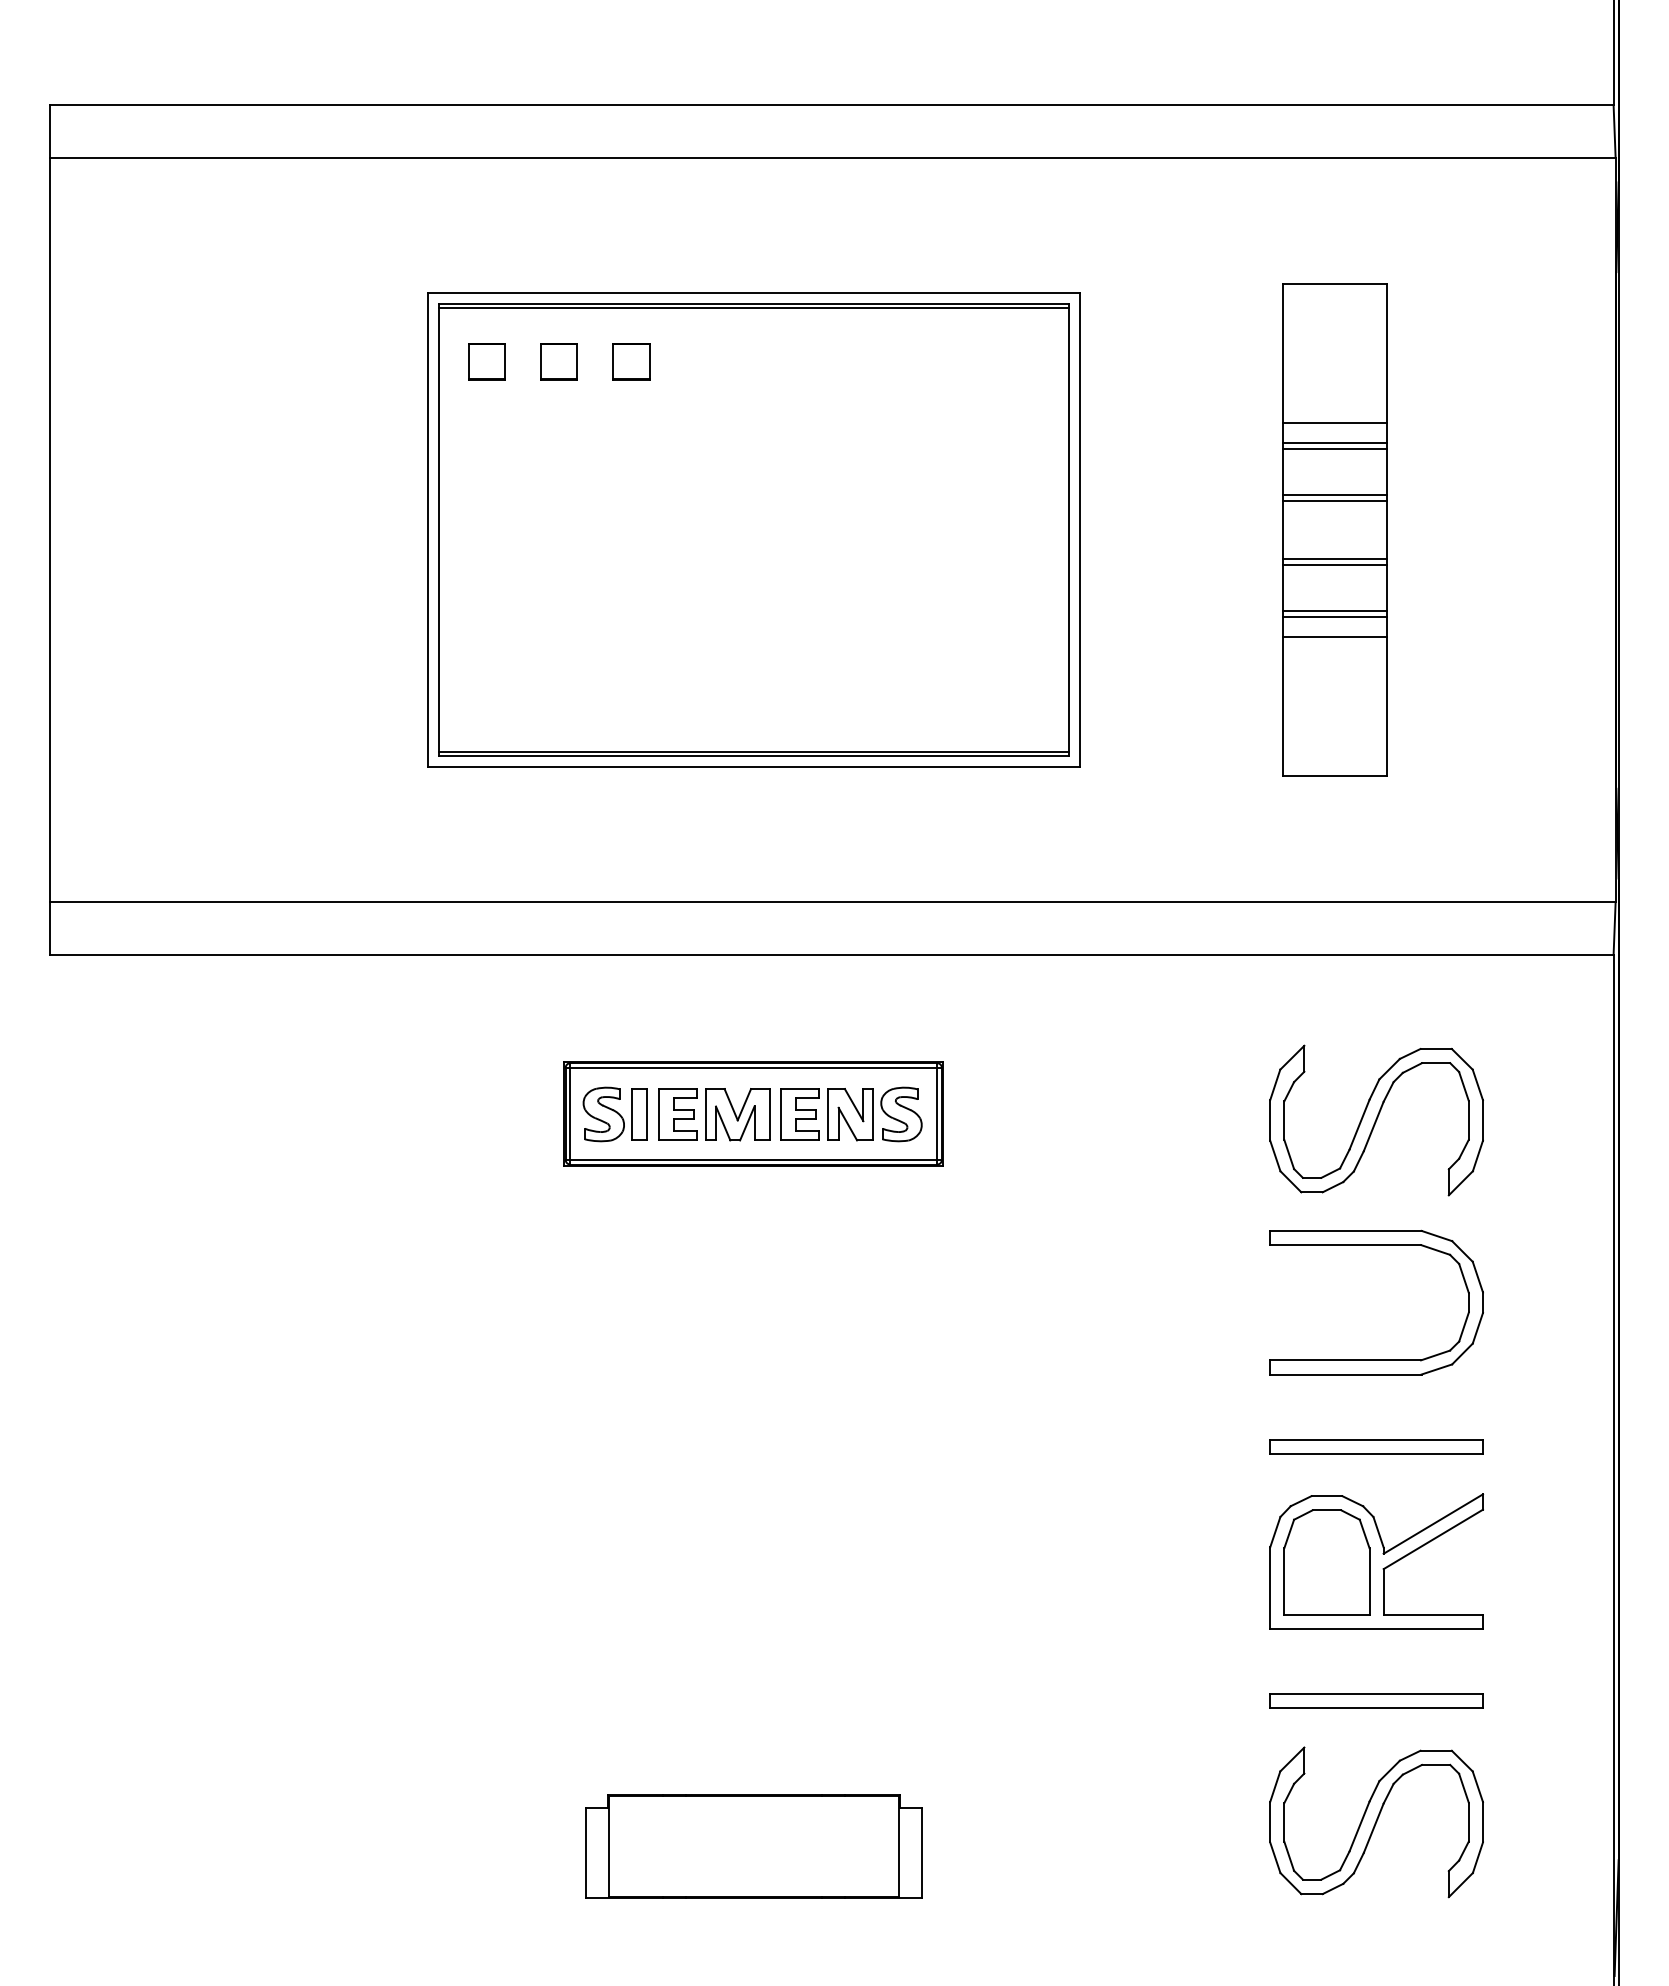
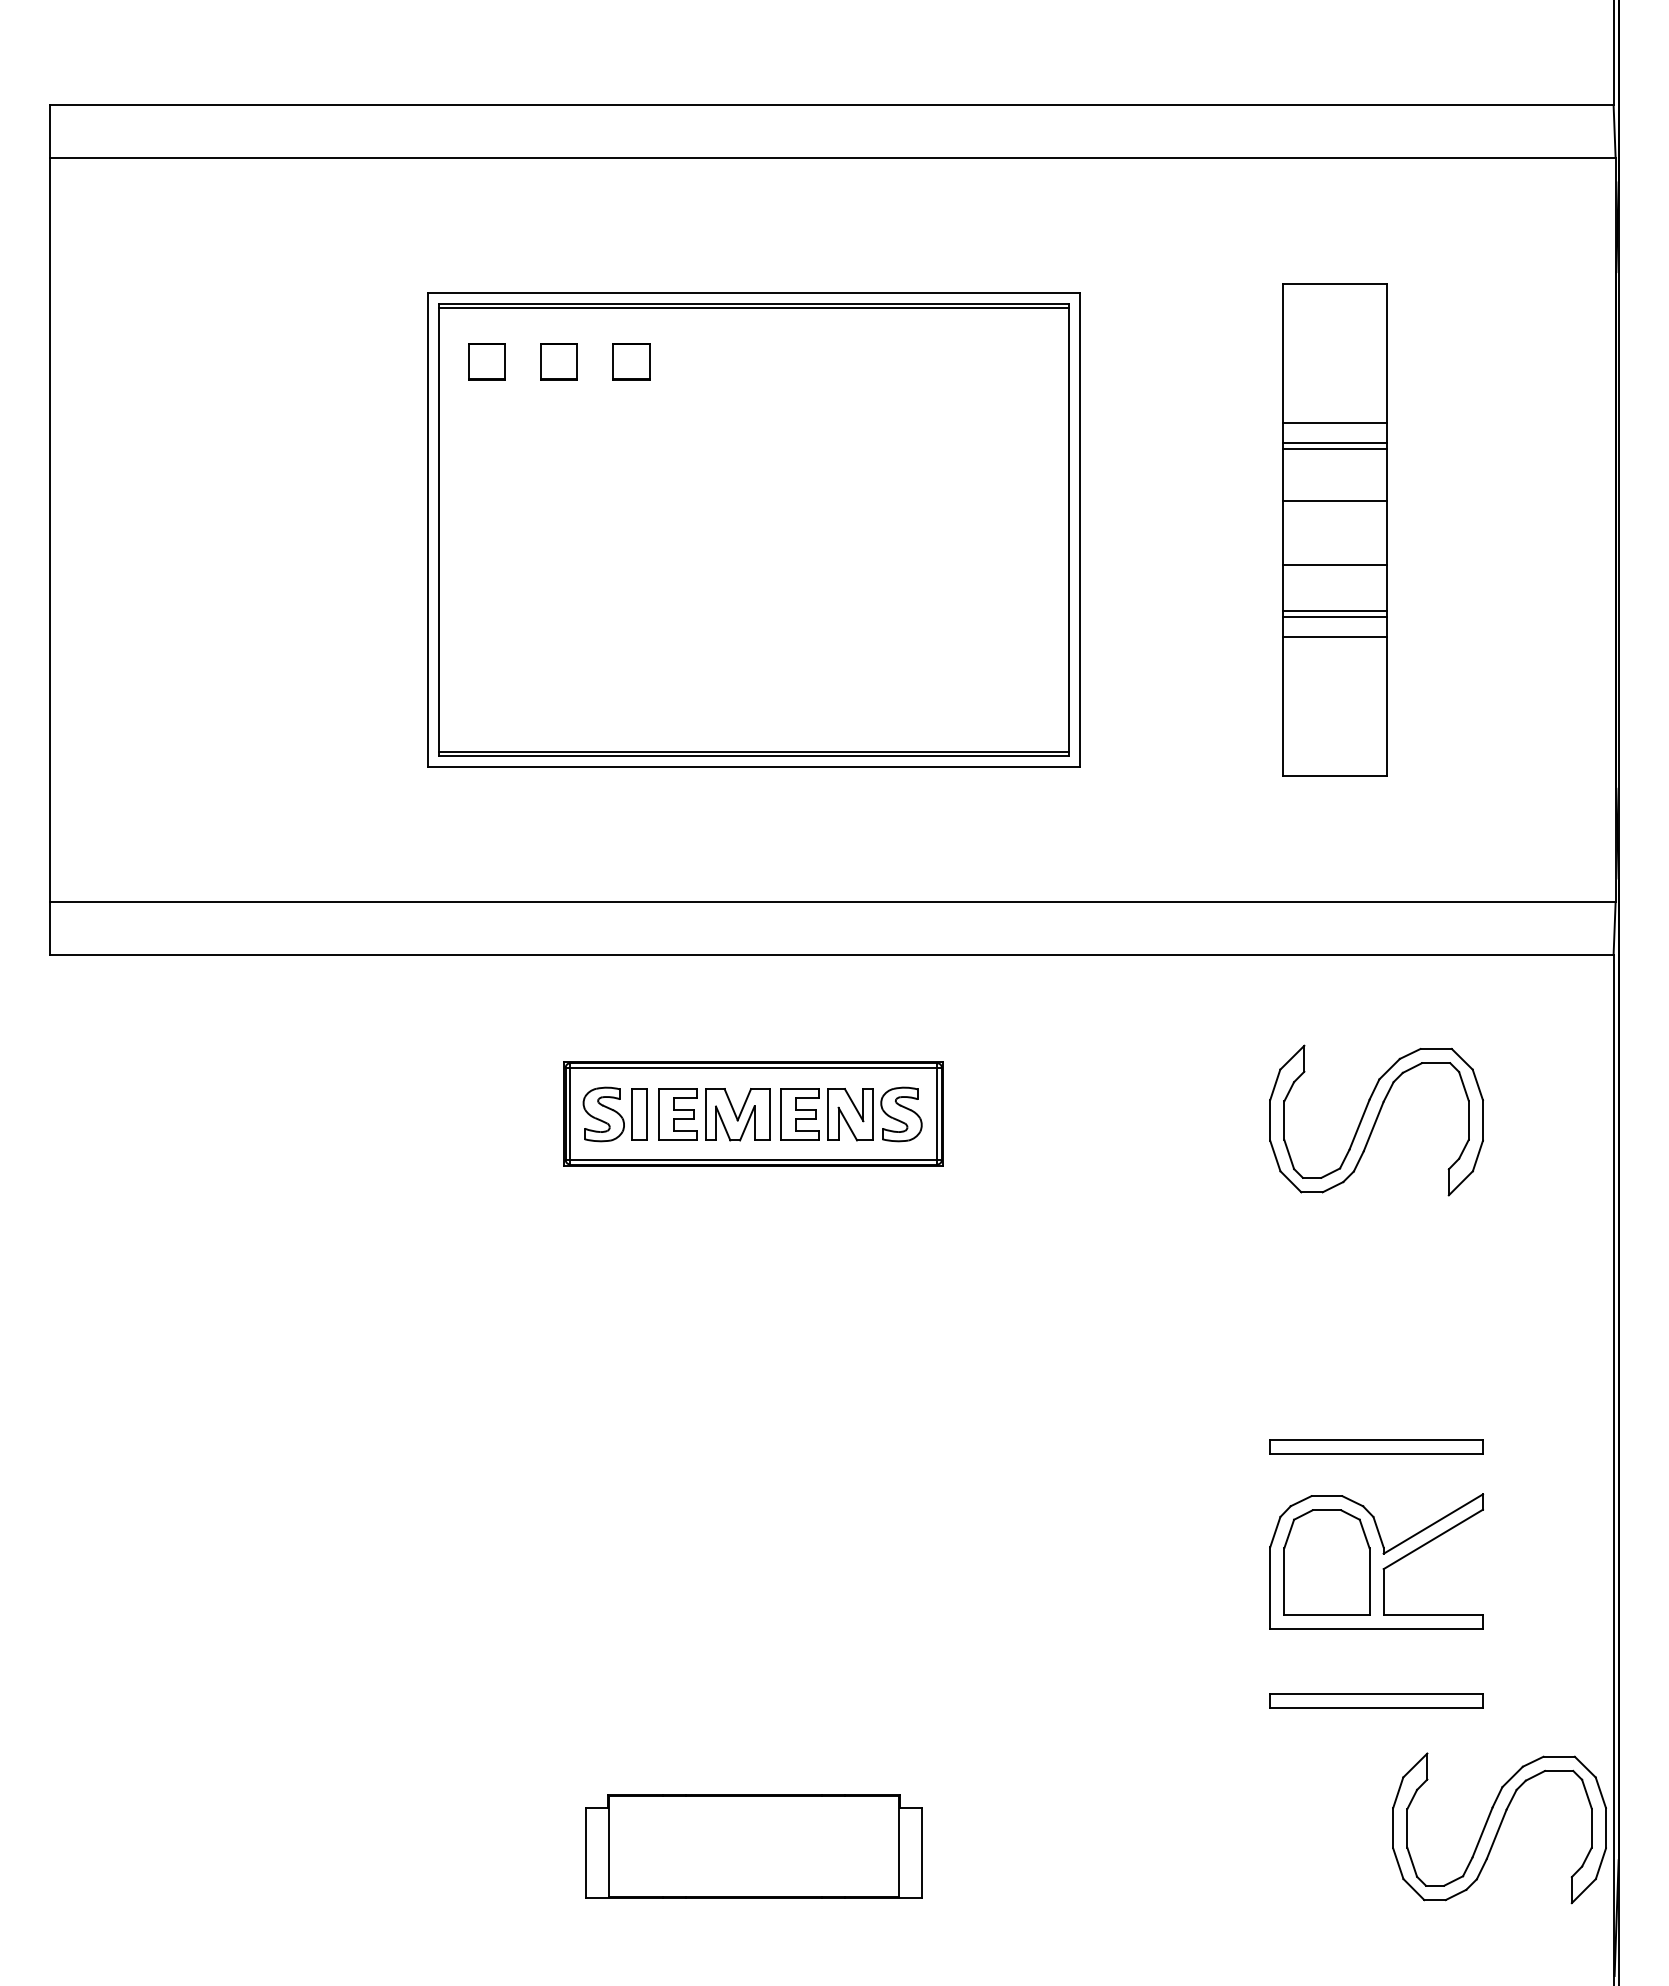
line at (1334, 495): present -> none
line at (1334, 559): present -> none
part at (1376, 1245): present -> none
part at (1376, 1822) position: (1376, 1822) -> (1499, 1828)
